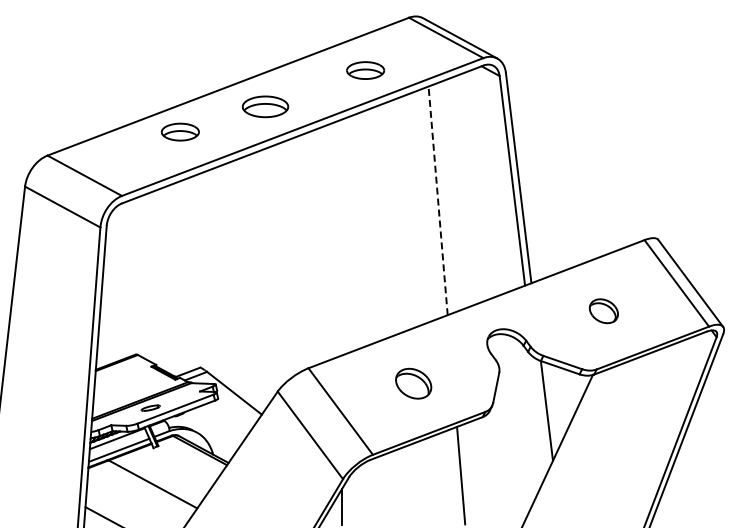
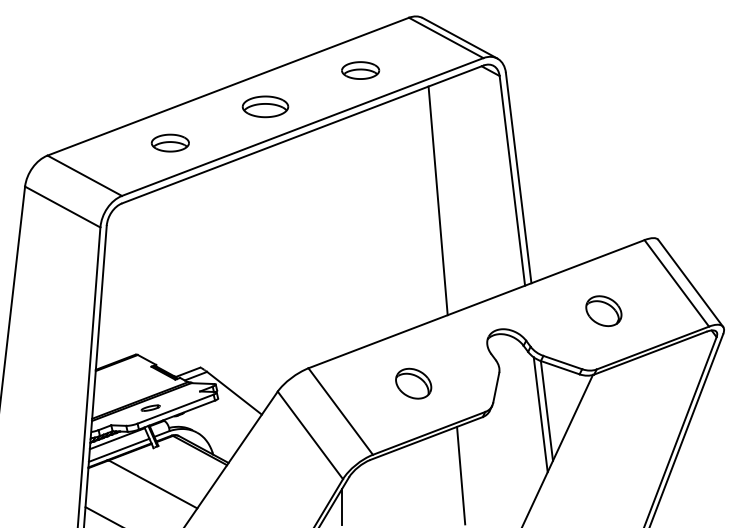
part at (365, 70) position: (365, 70) -> (360, 70)
part at (179, 131) position: (179, 131) -> (169, 142)
line at (438, 200): dashed -> solid
part at (603, 311) size: 31x27 px -> 38x33 px
line at (540, 414): none -> present
